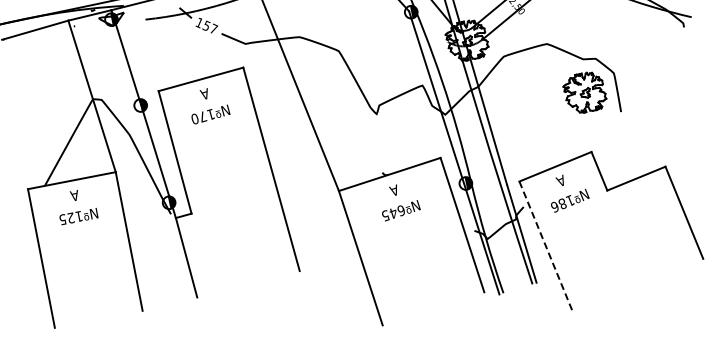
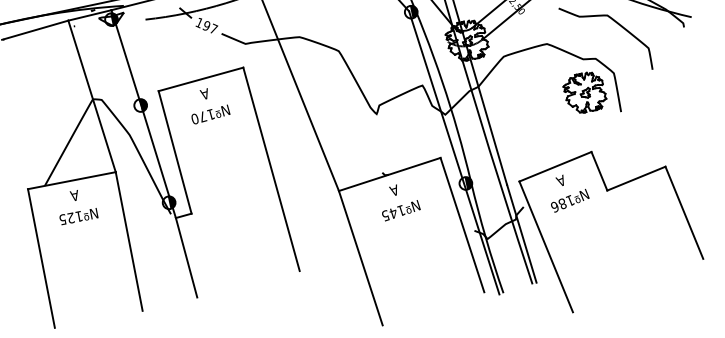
curve at (617, 24): none -> present
text at (206, 25): 157 -> 197
text at (401, 210): Nº645 -> Nº145
line at (546, 246): dashed -> solid
